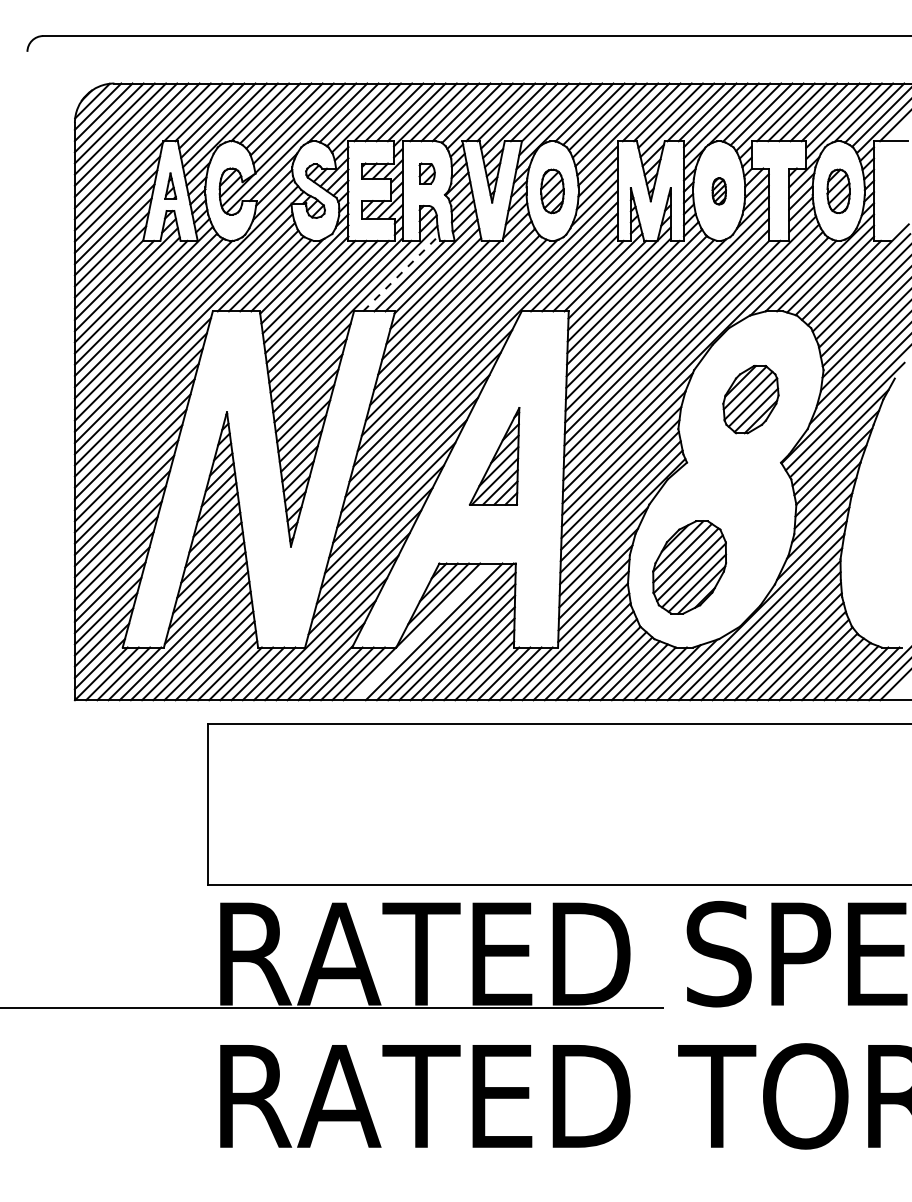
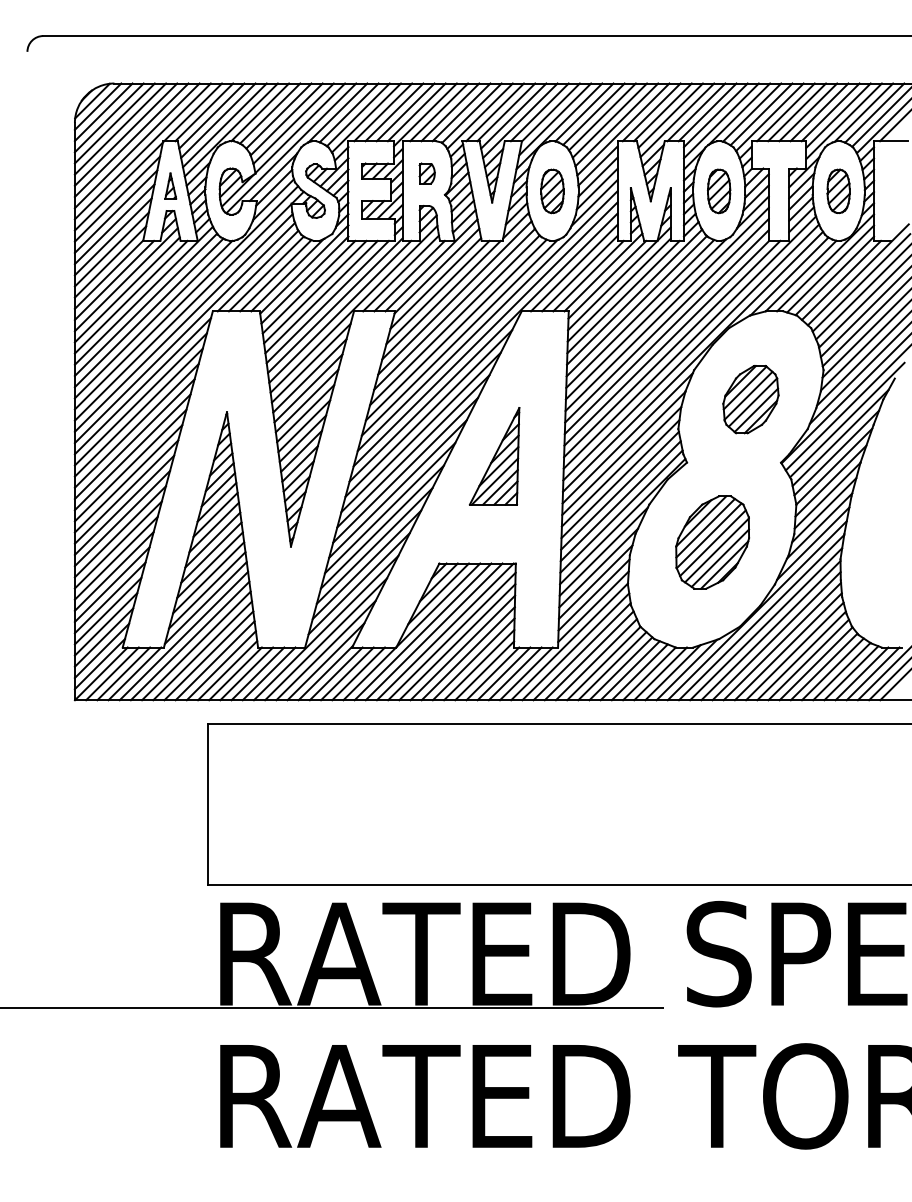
part at (718, 191) size: 16x29 px -> 25x47 px
line at (401, 273): dashed -> solid
part at (689, 567) position: (689, 567) -> (712, 542)
line at (422, 631): none -> present
